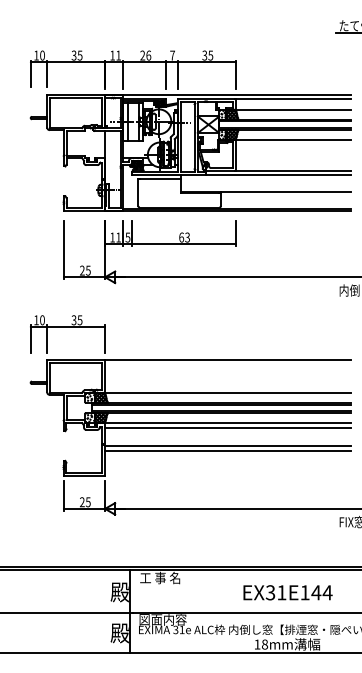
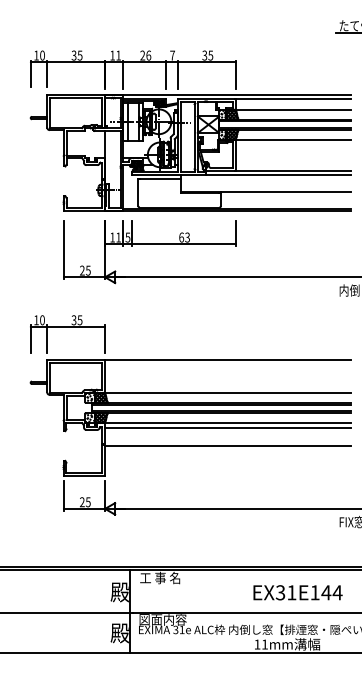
line at (227, 450): present -> none
text at (287, 592) position: (287, 592) -> (297, 592)
text at (265, 644): 18mm -> 11mm
